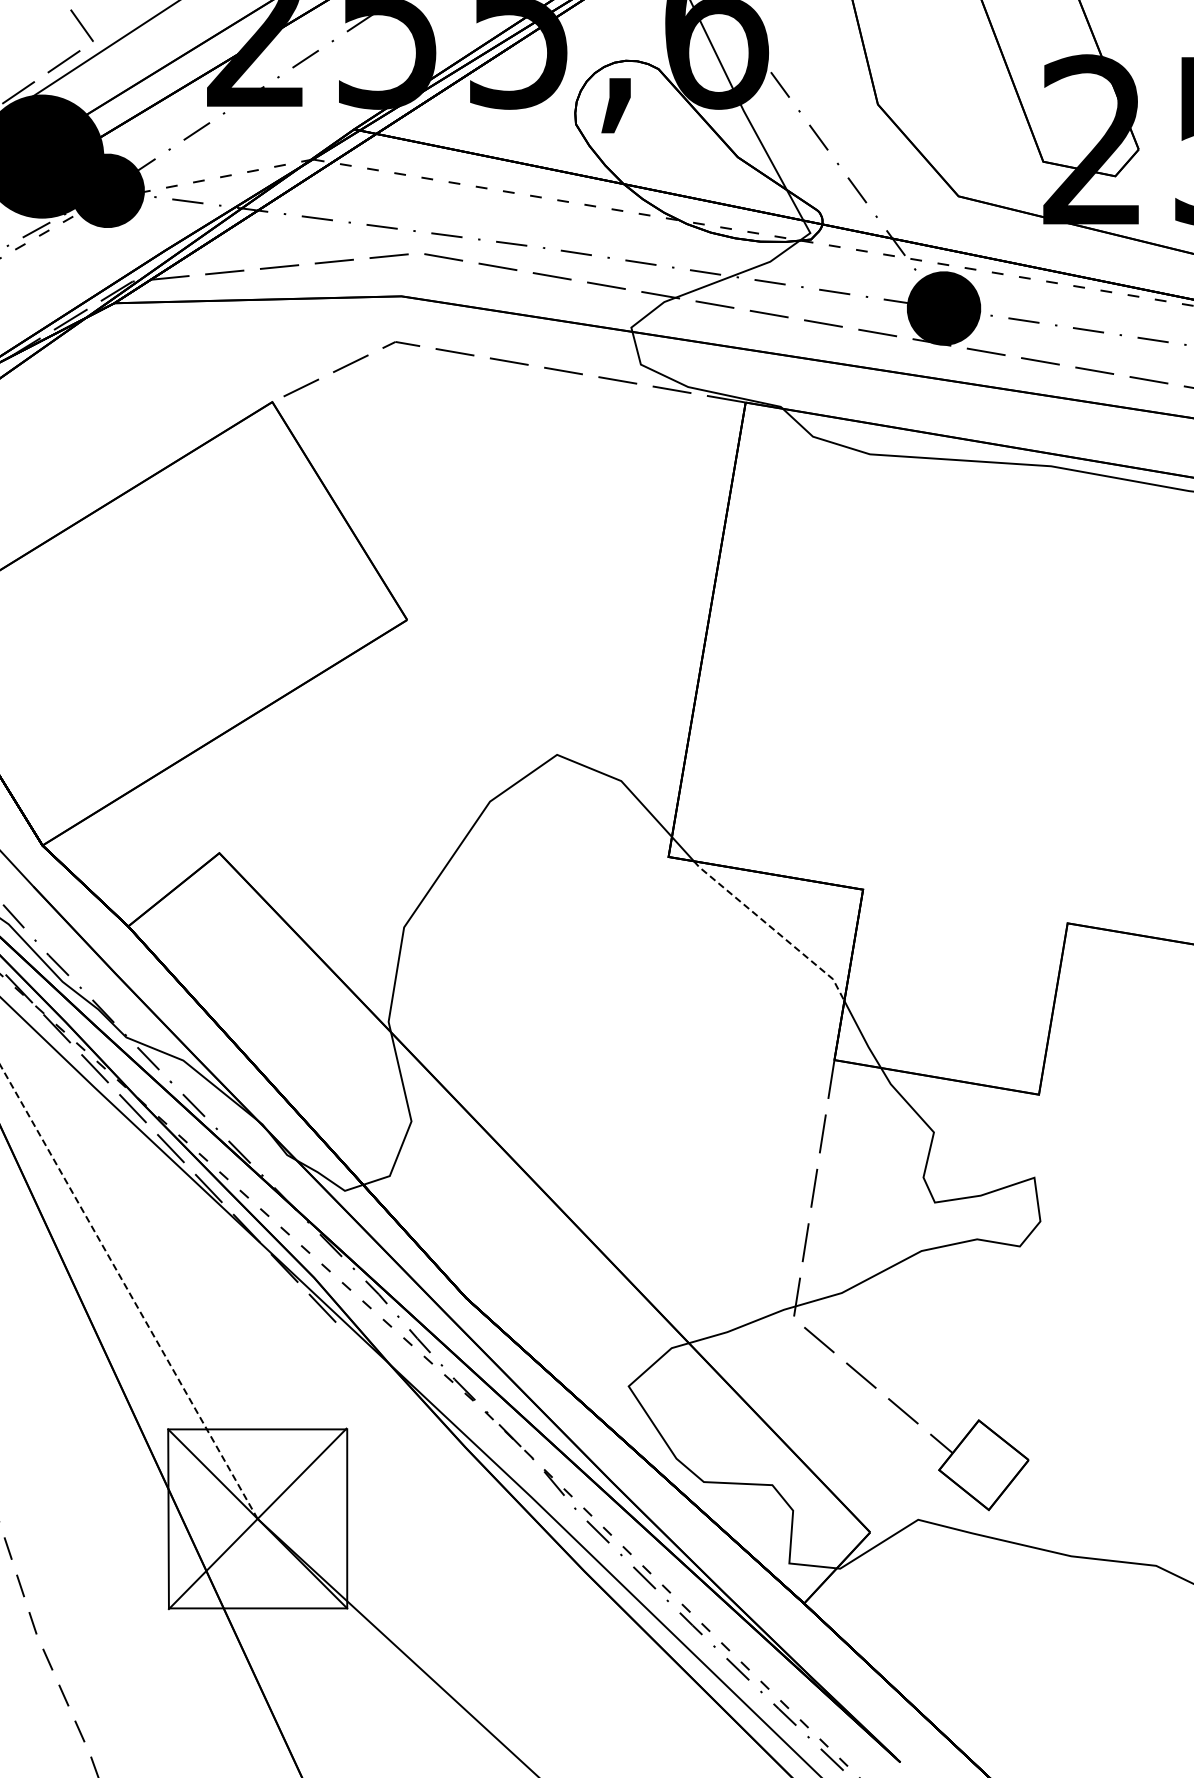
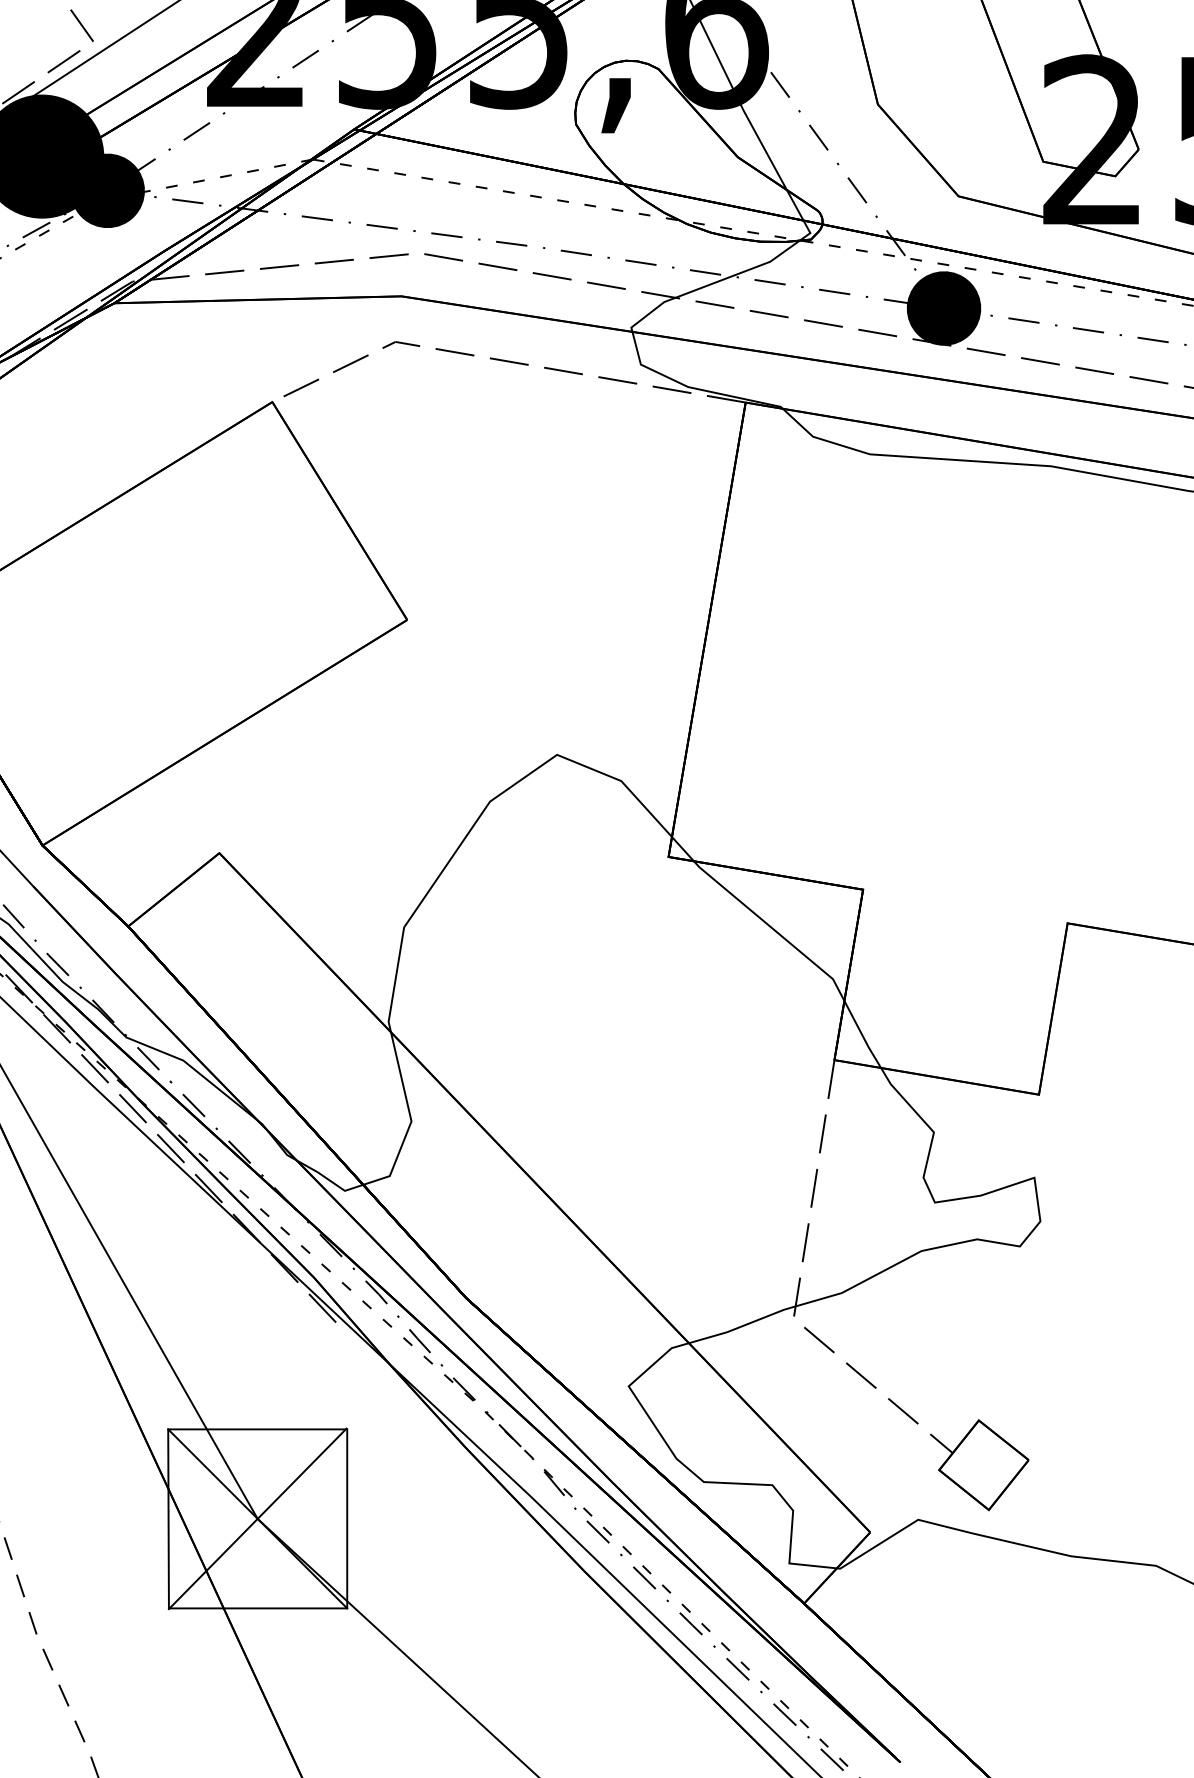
line at (772, 928): dashed -> solid
line at (129, 1292): dashed -> solid
